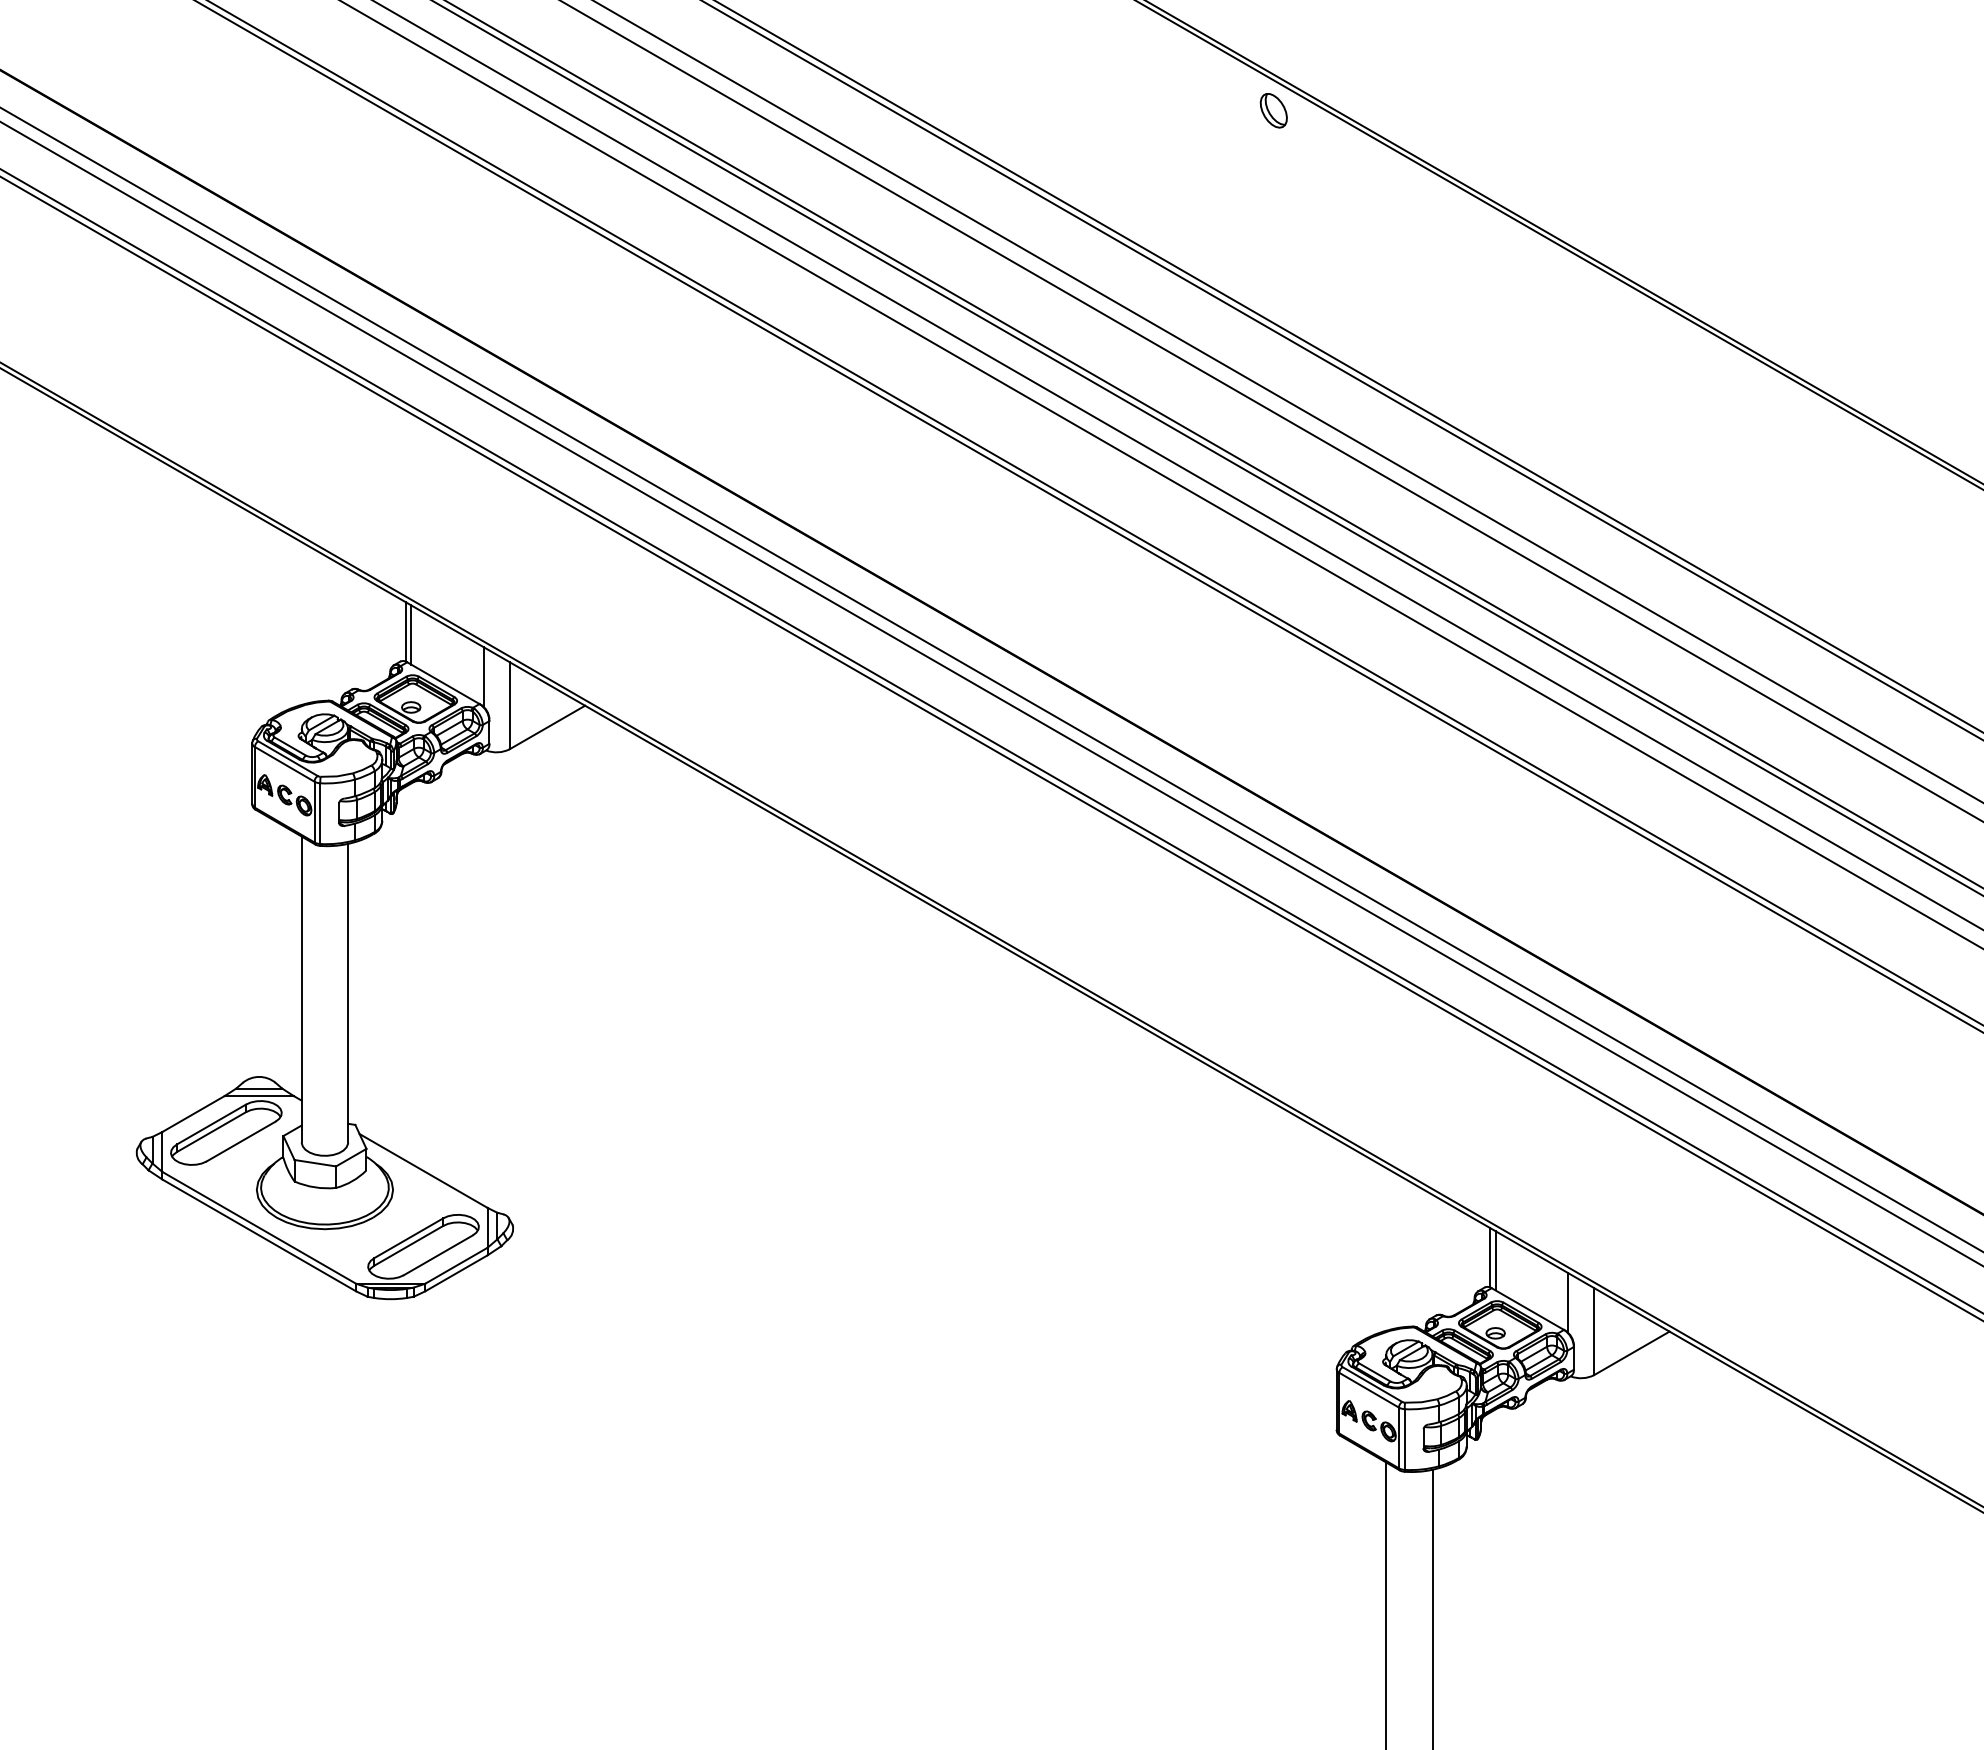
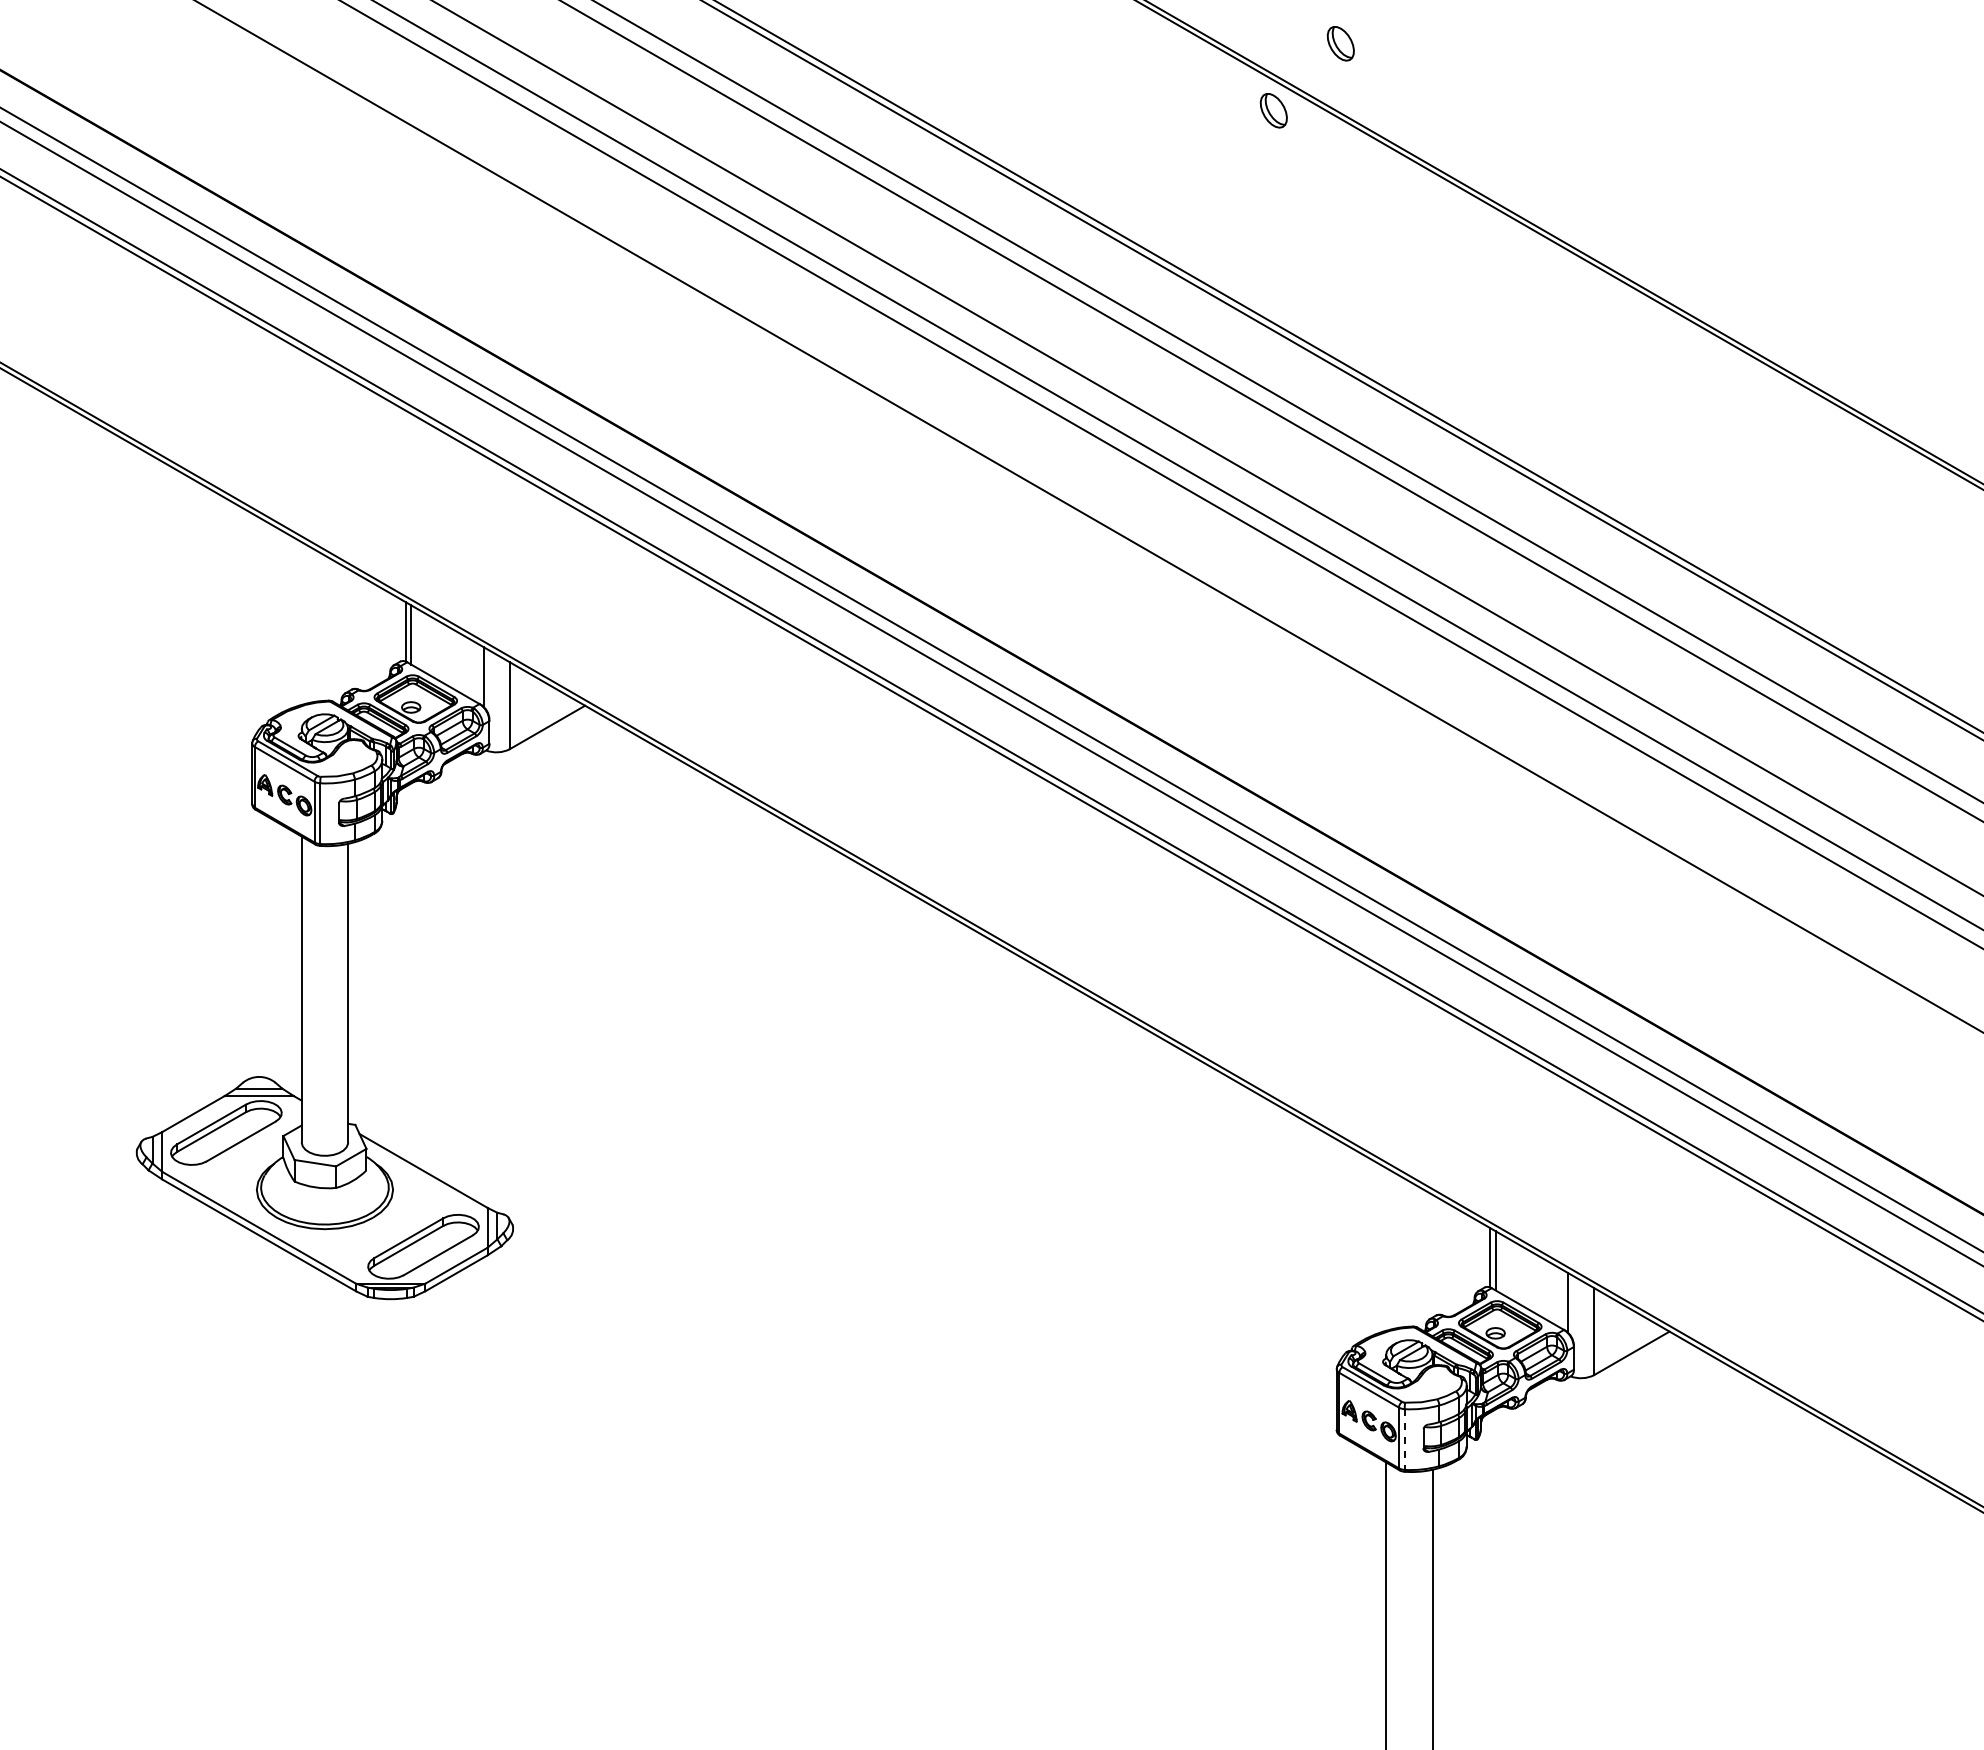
part at (1340, 43): none -> present
line at (1213, 444): present -> none
line at (1095, 513): present -> none
line at (1404, 1440): solid -> dashed
